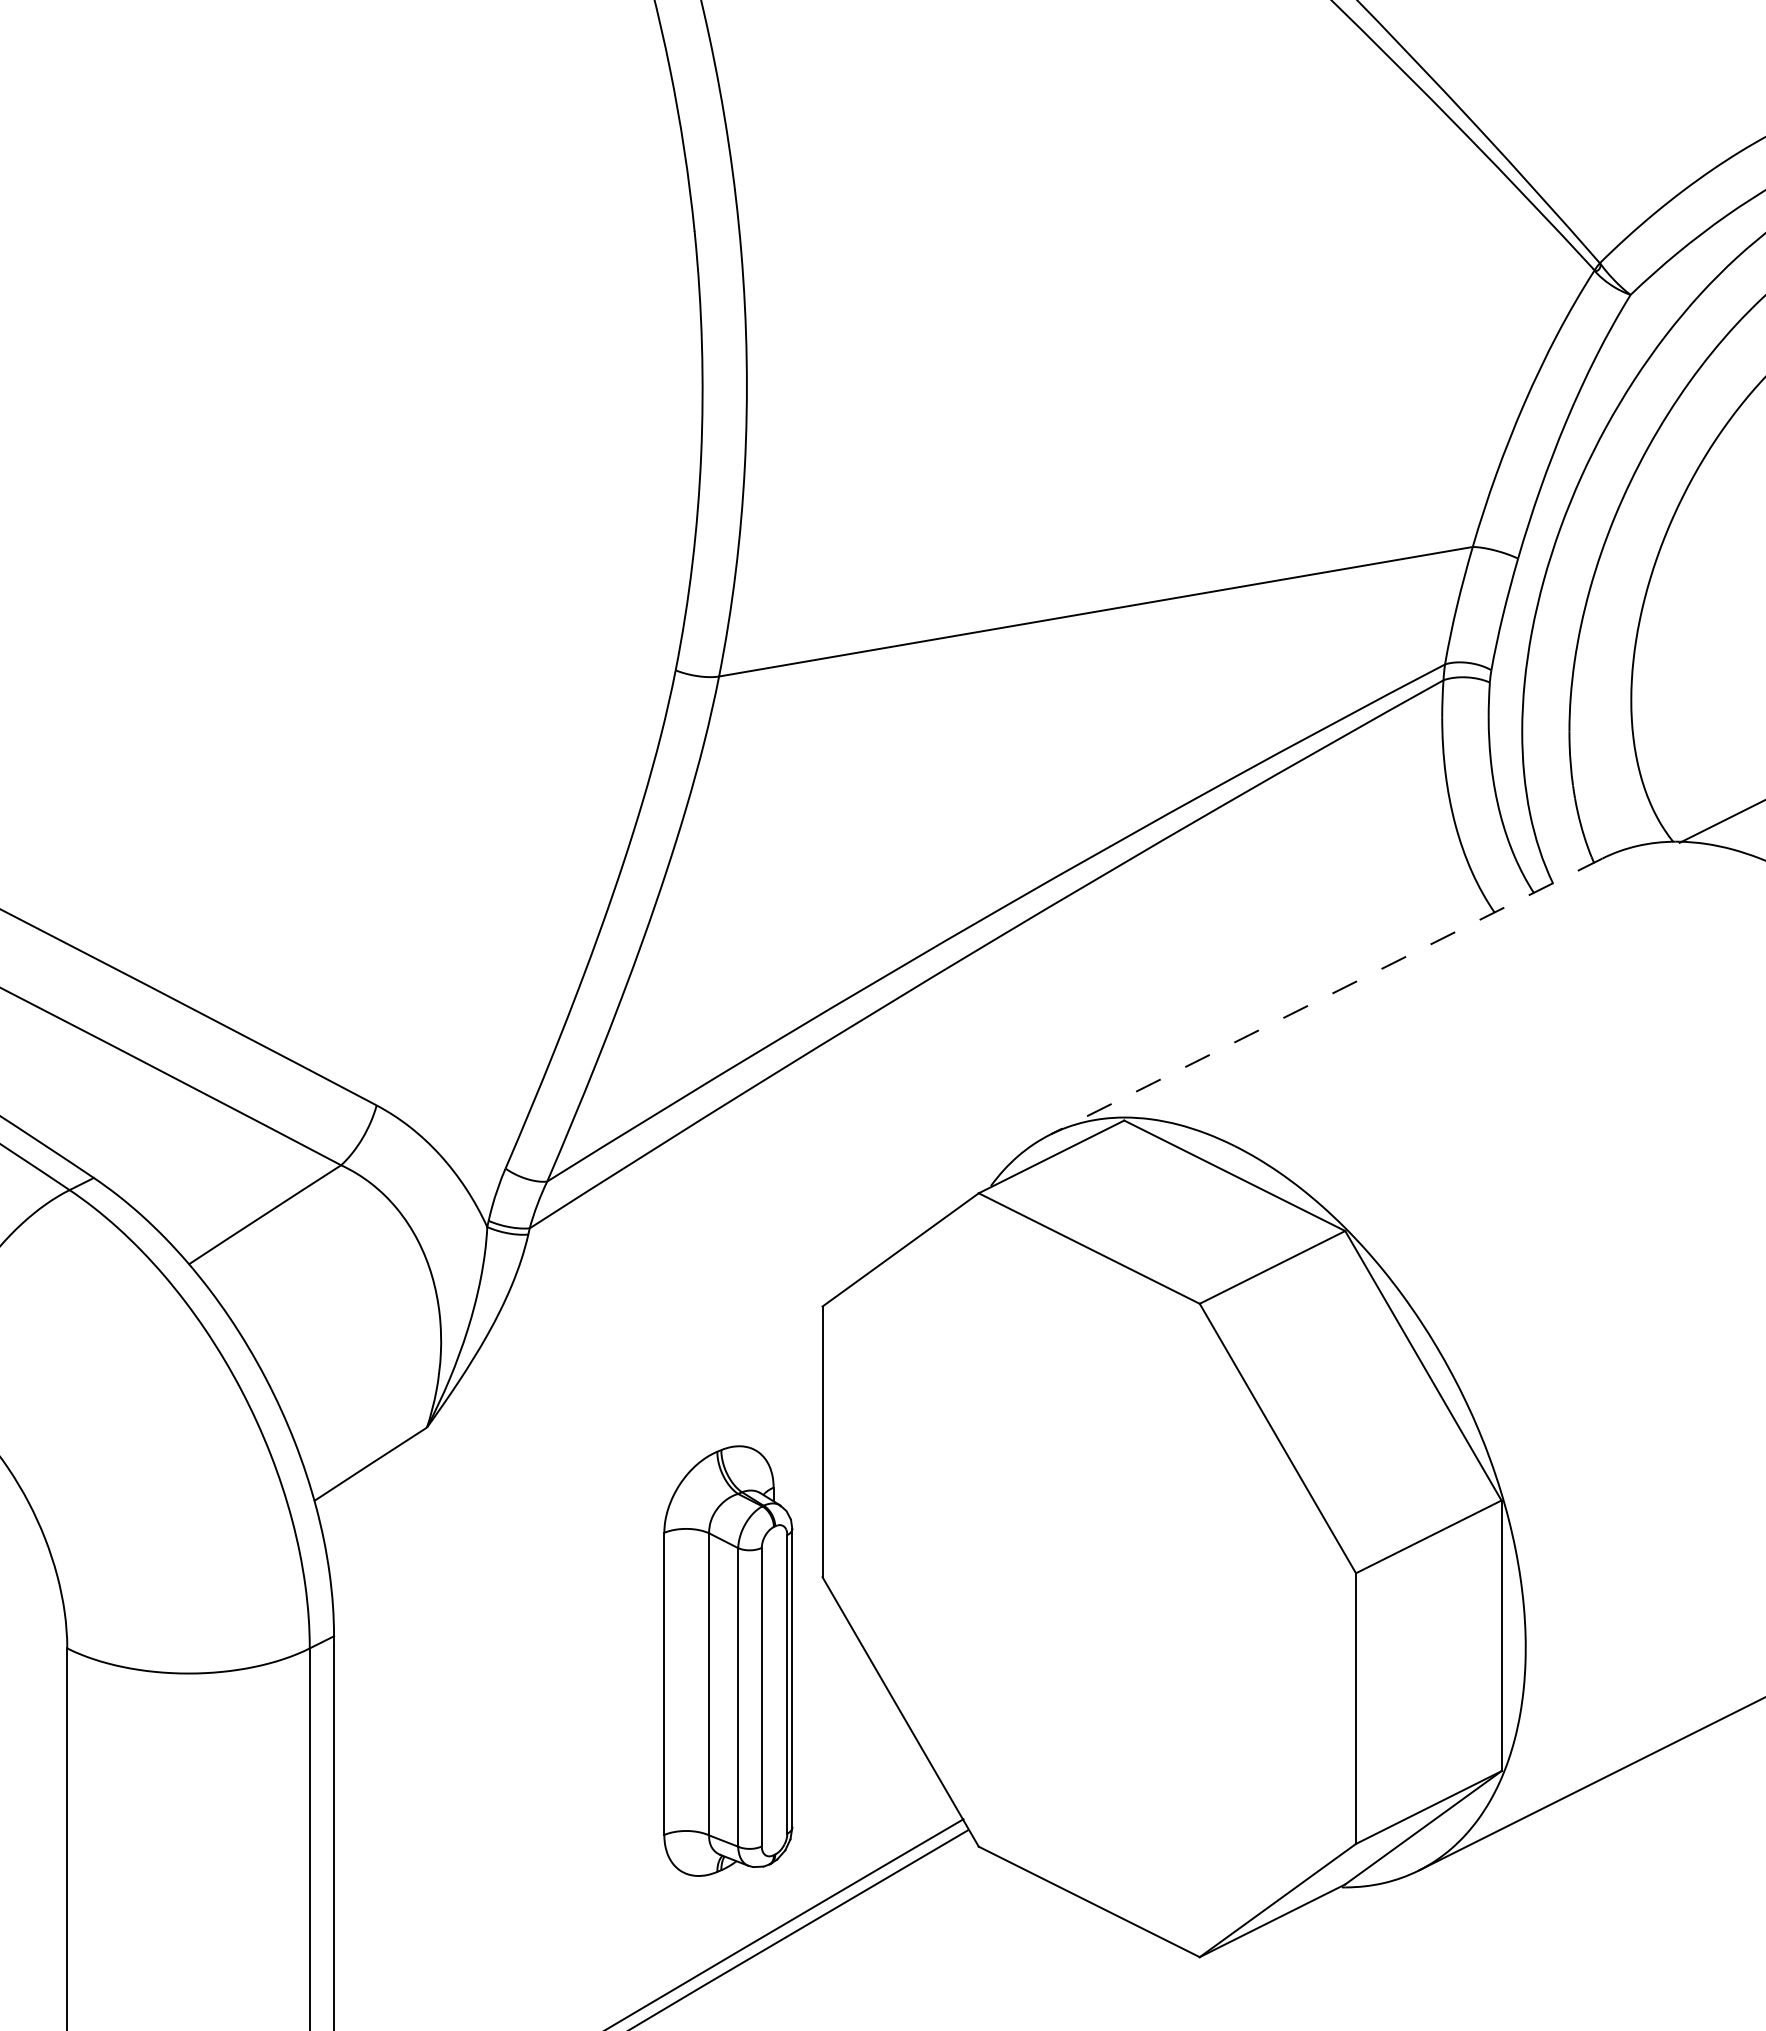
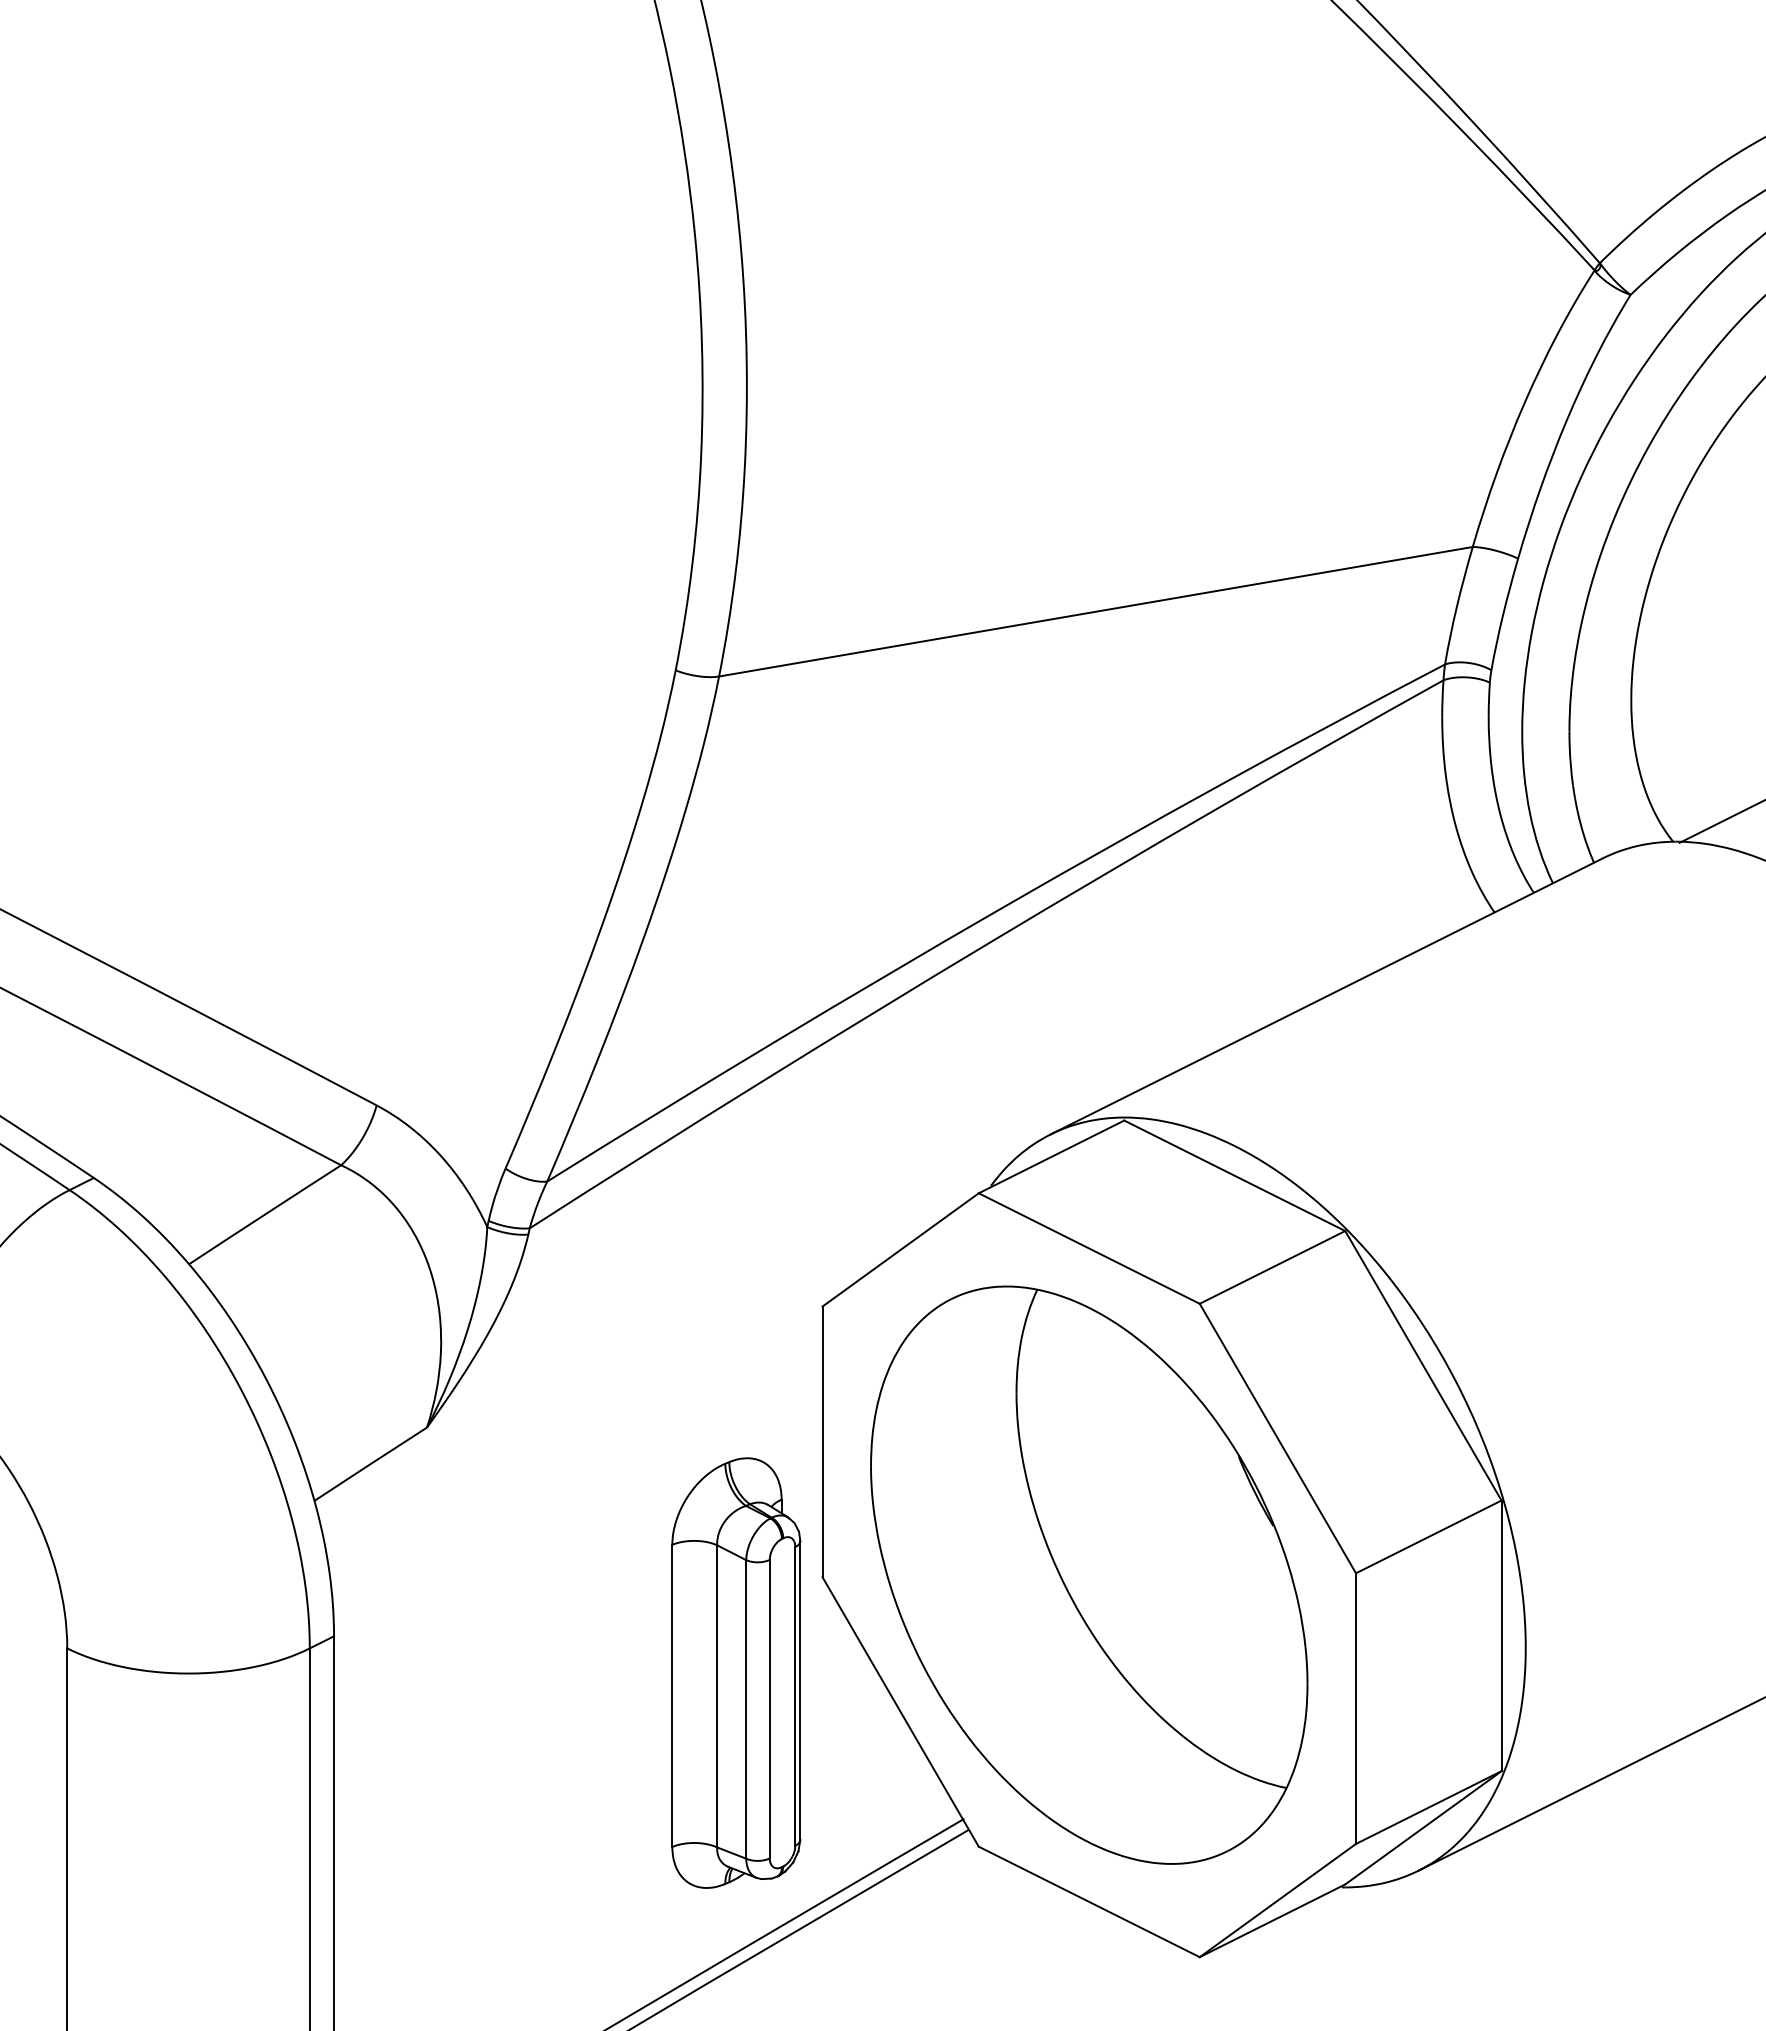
line at (1326, 996): dashed -> solid
part at (1089, 1574): none -> present
part at (728, 1660) position: (728, 1660) -> (736, 1672)
